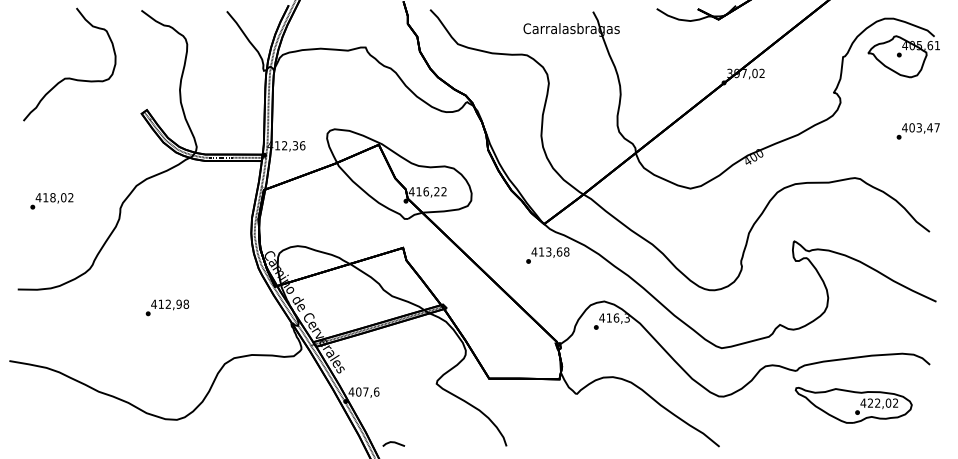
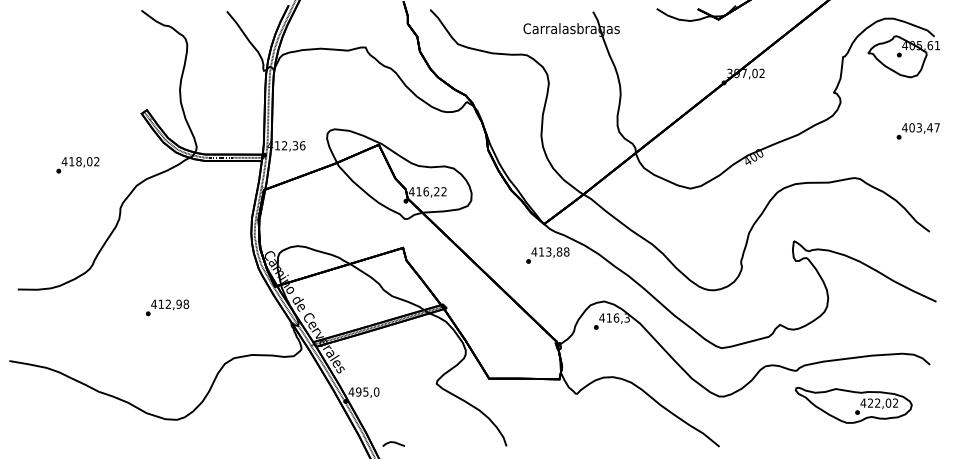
curve at (69, 77): present -> none
text at (51, 201) position: (51, 201) -> (77, 165)
text at (559, 251): 413,68 -> 413,88
text at (367, 391): 407,6 -> 495,0
